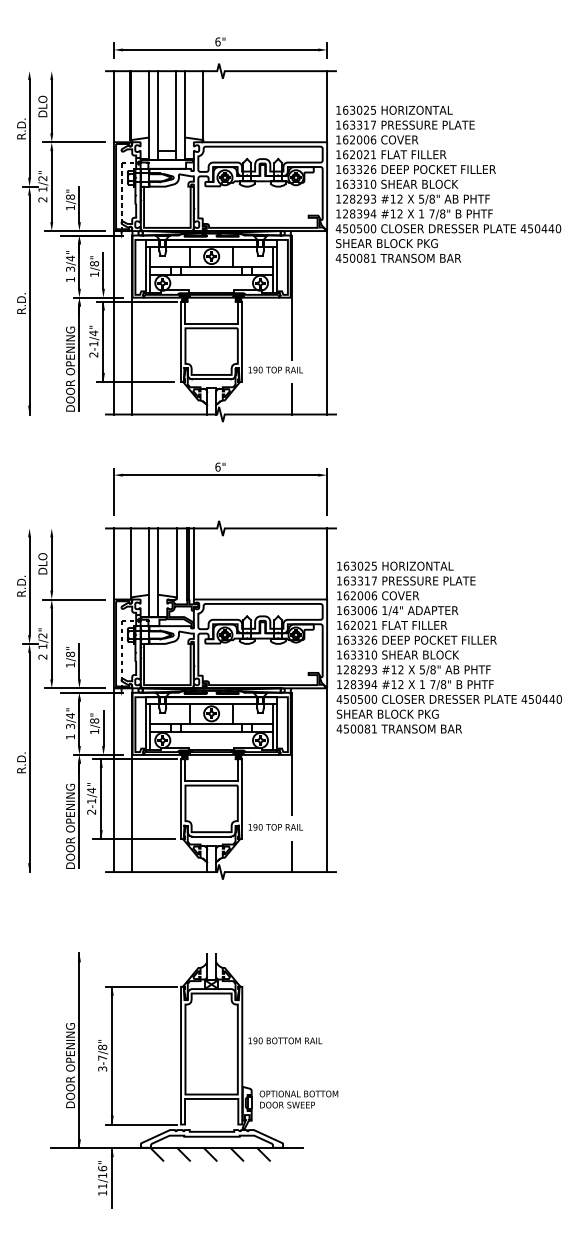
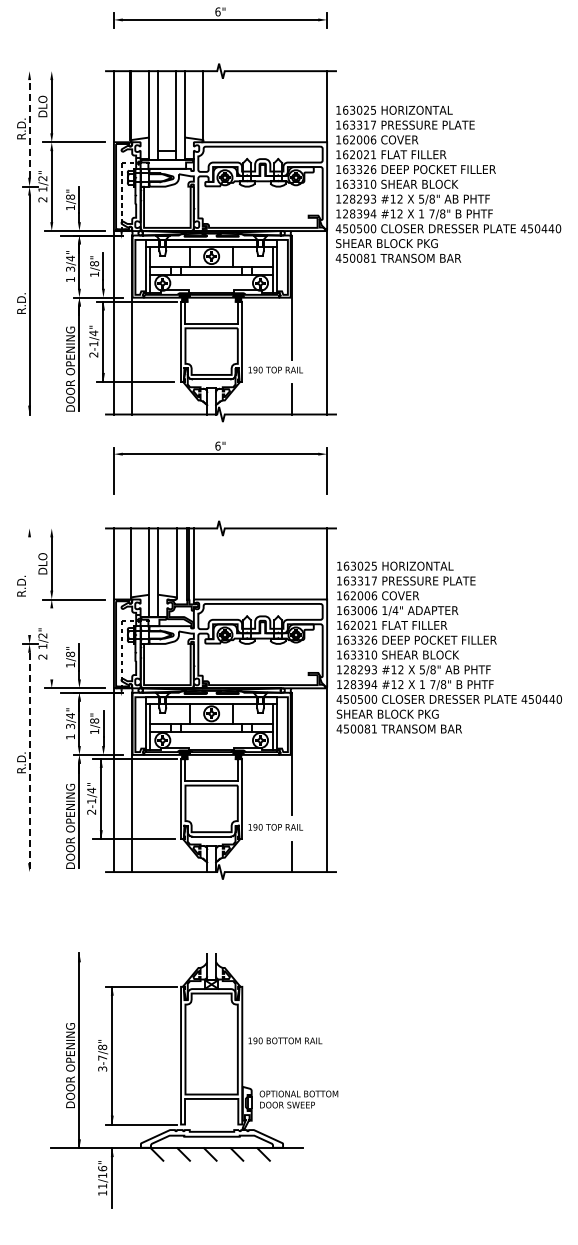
part at (220, 47) position: (220, 47) -> (220, 17)
line at (29, 128): solid -> dashed
part at (220, 475) position: (220, 475) -> (220, 454)
line at (29, 586): present -> none
line at (51, 643): present -> none
line at (29, 762): solid -> dashed
